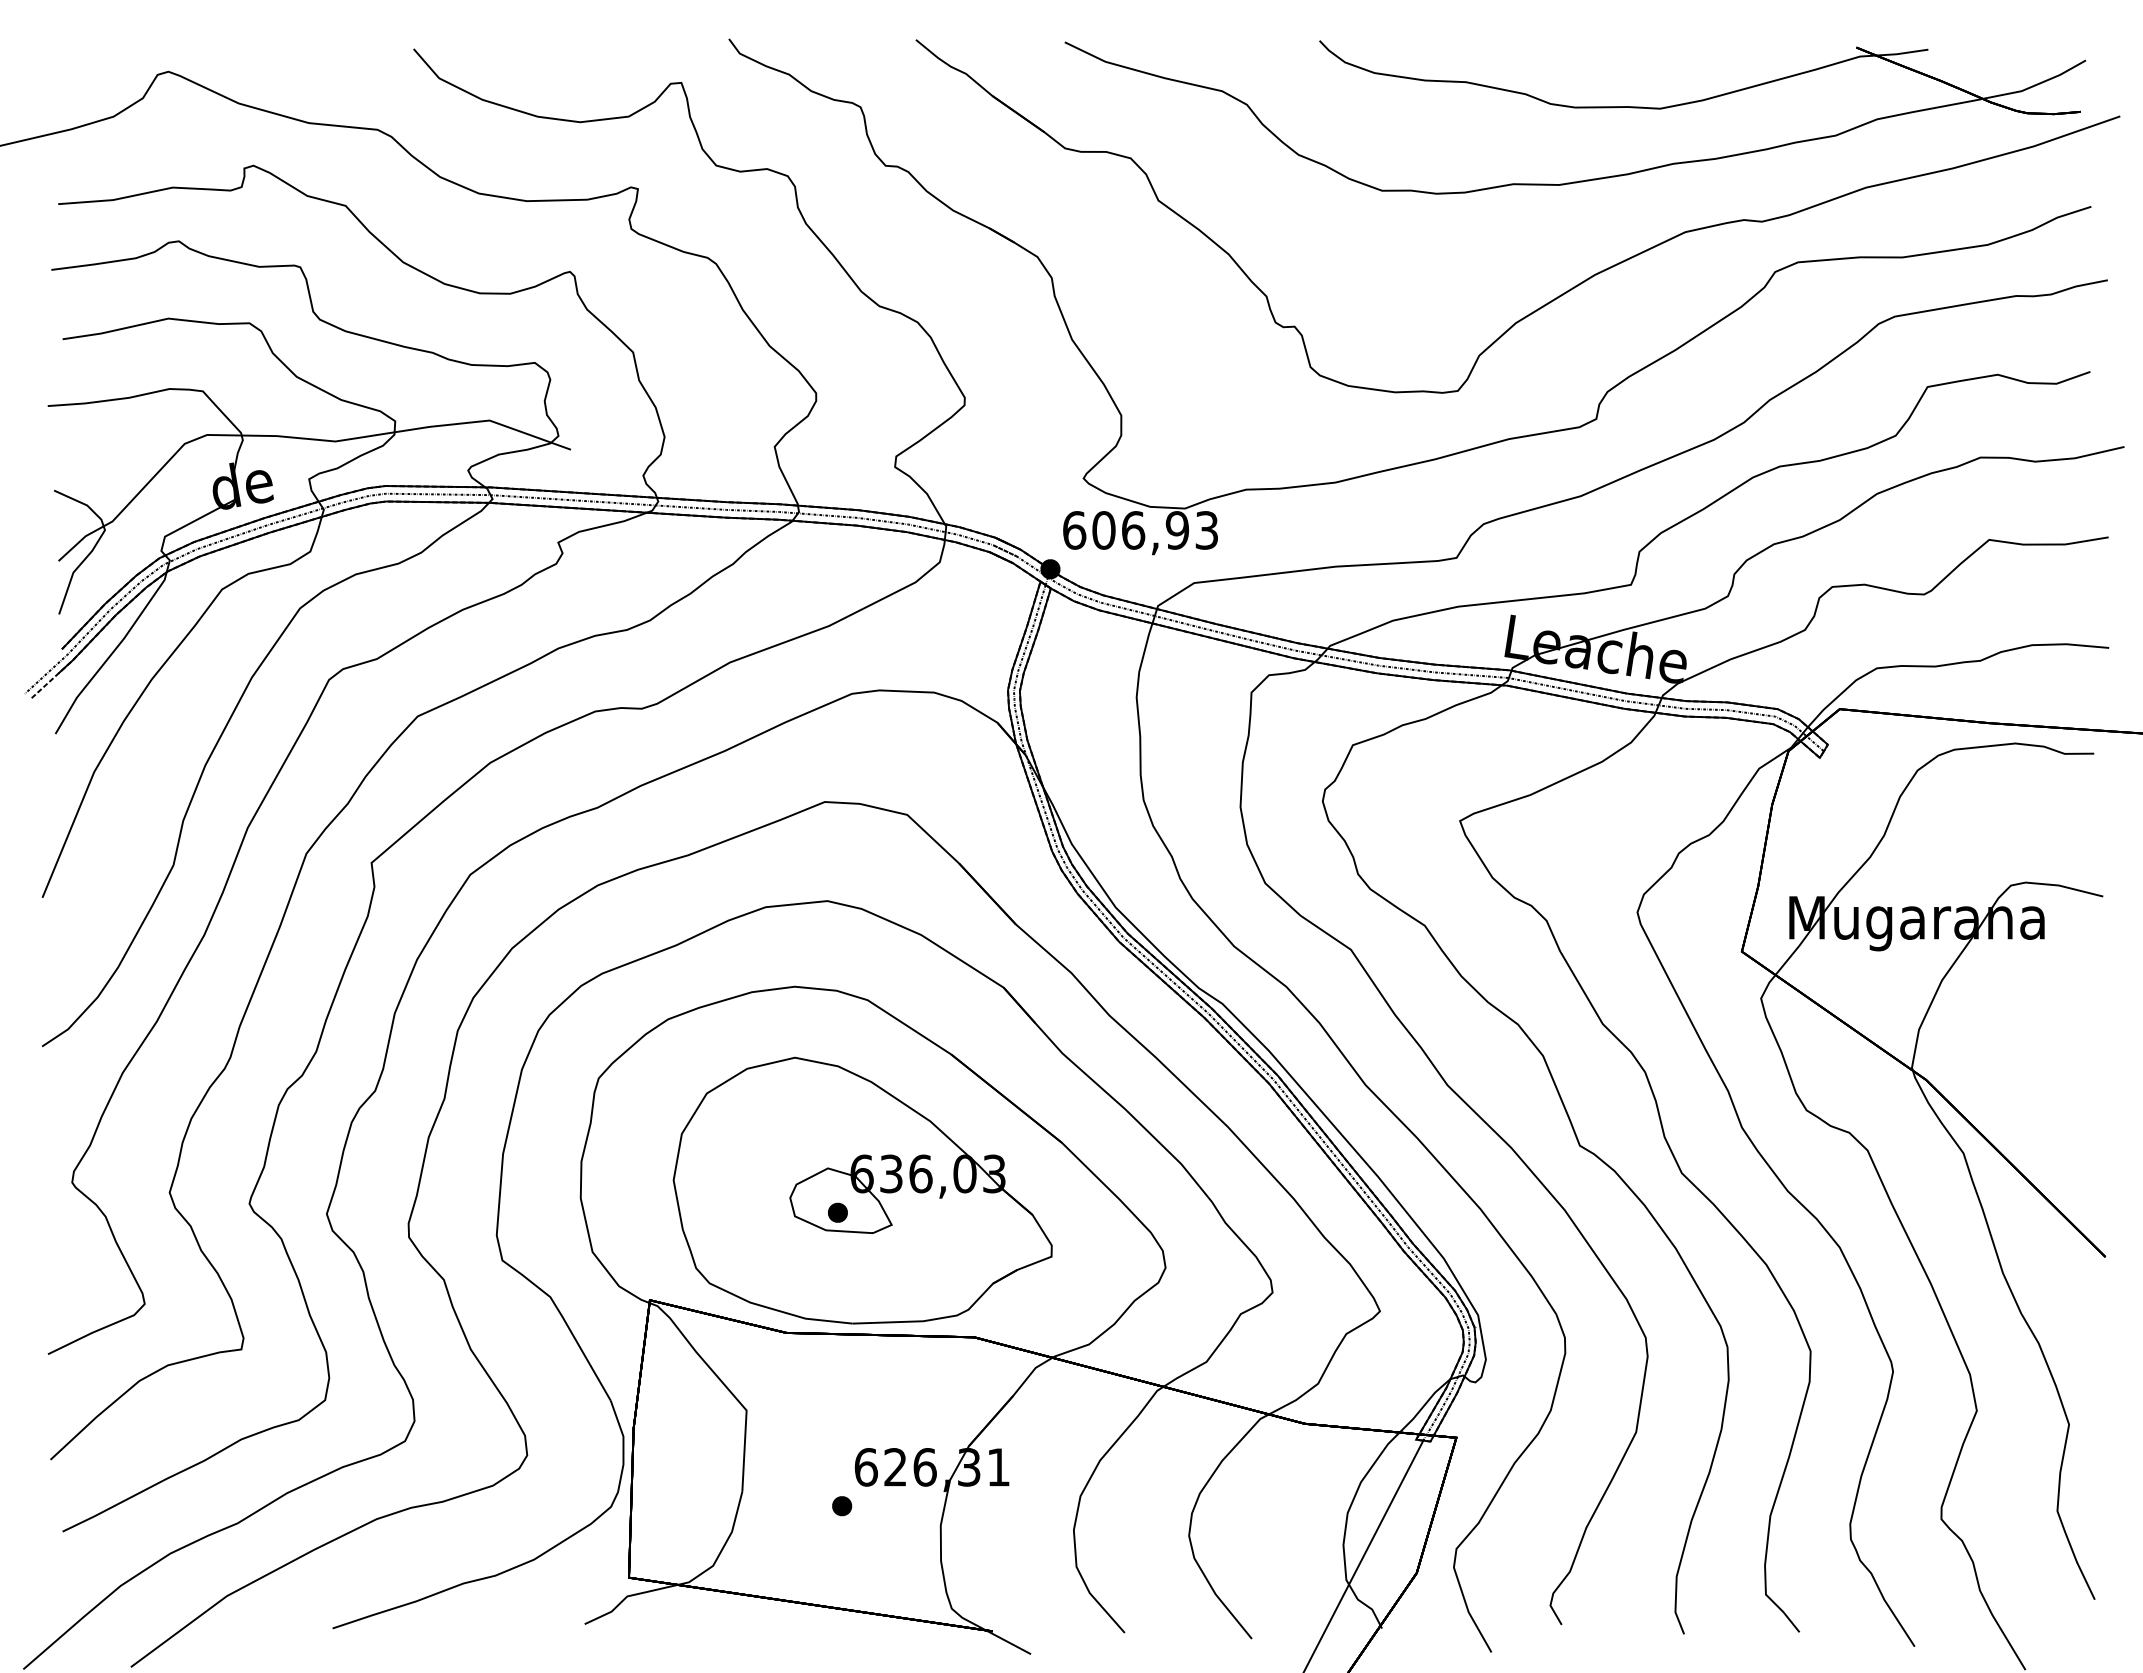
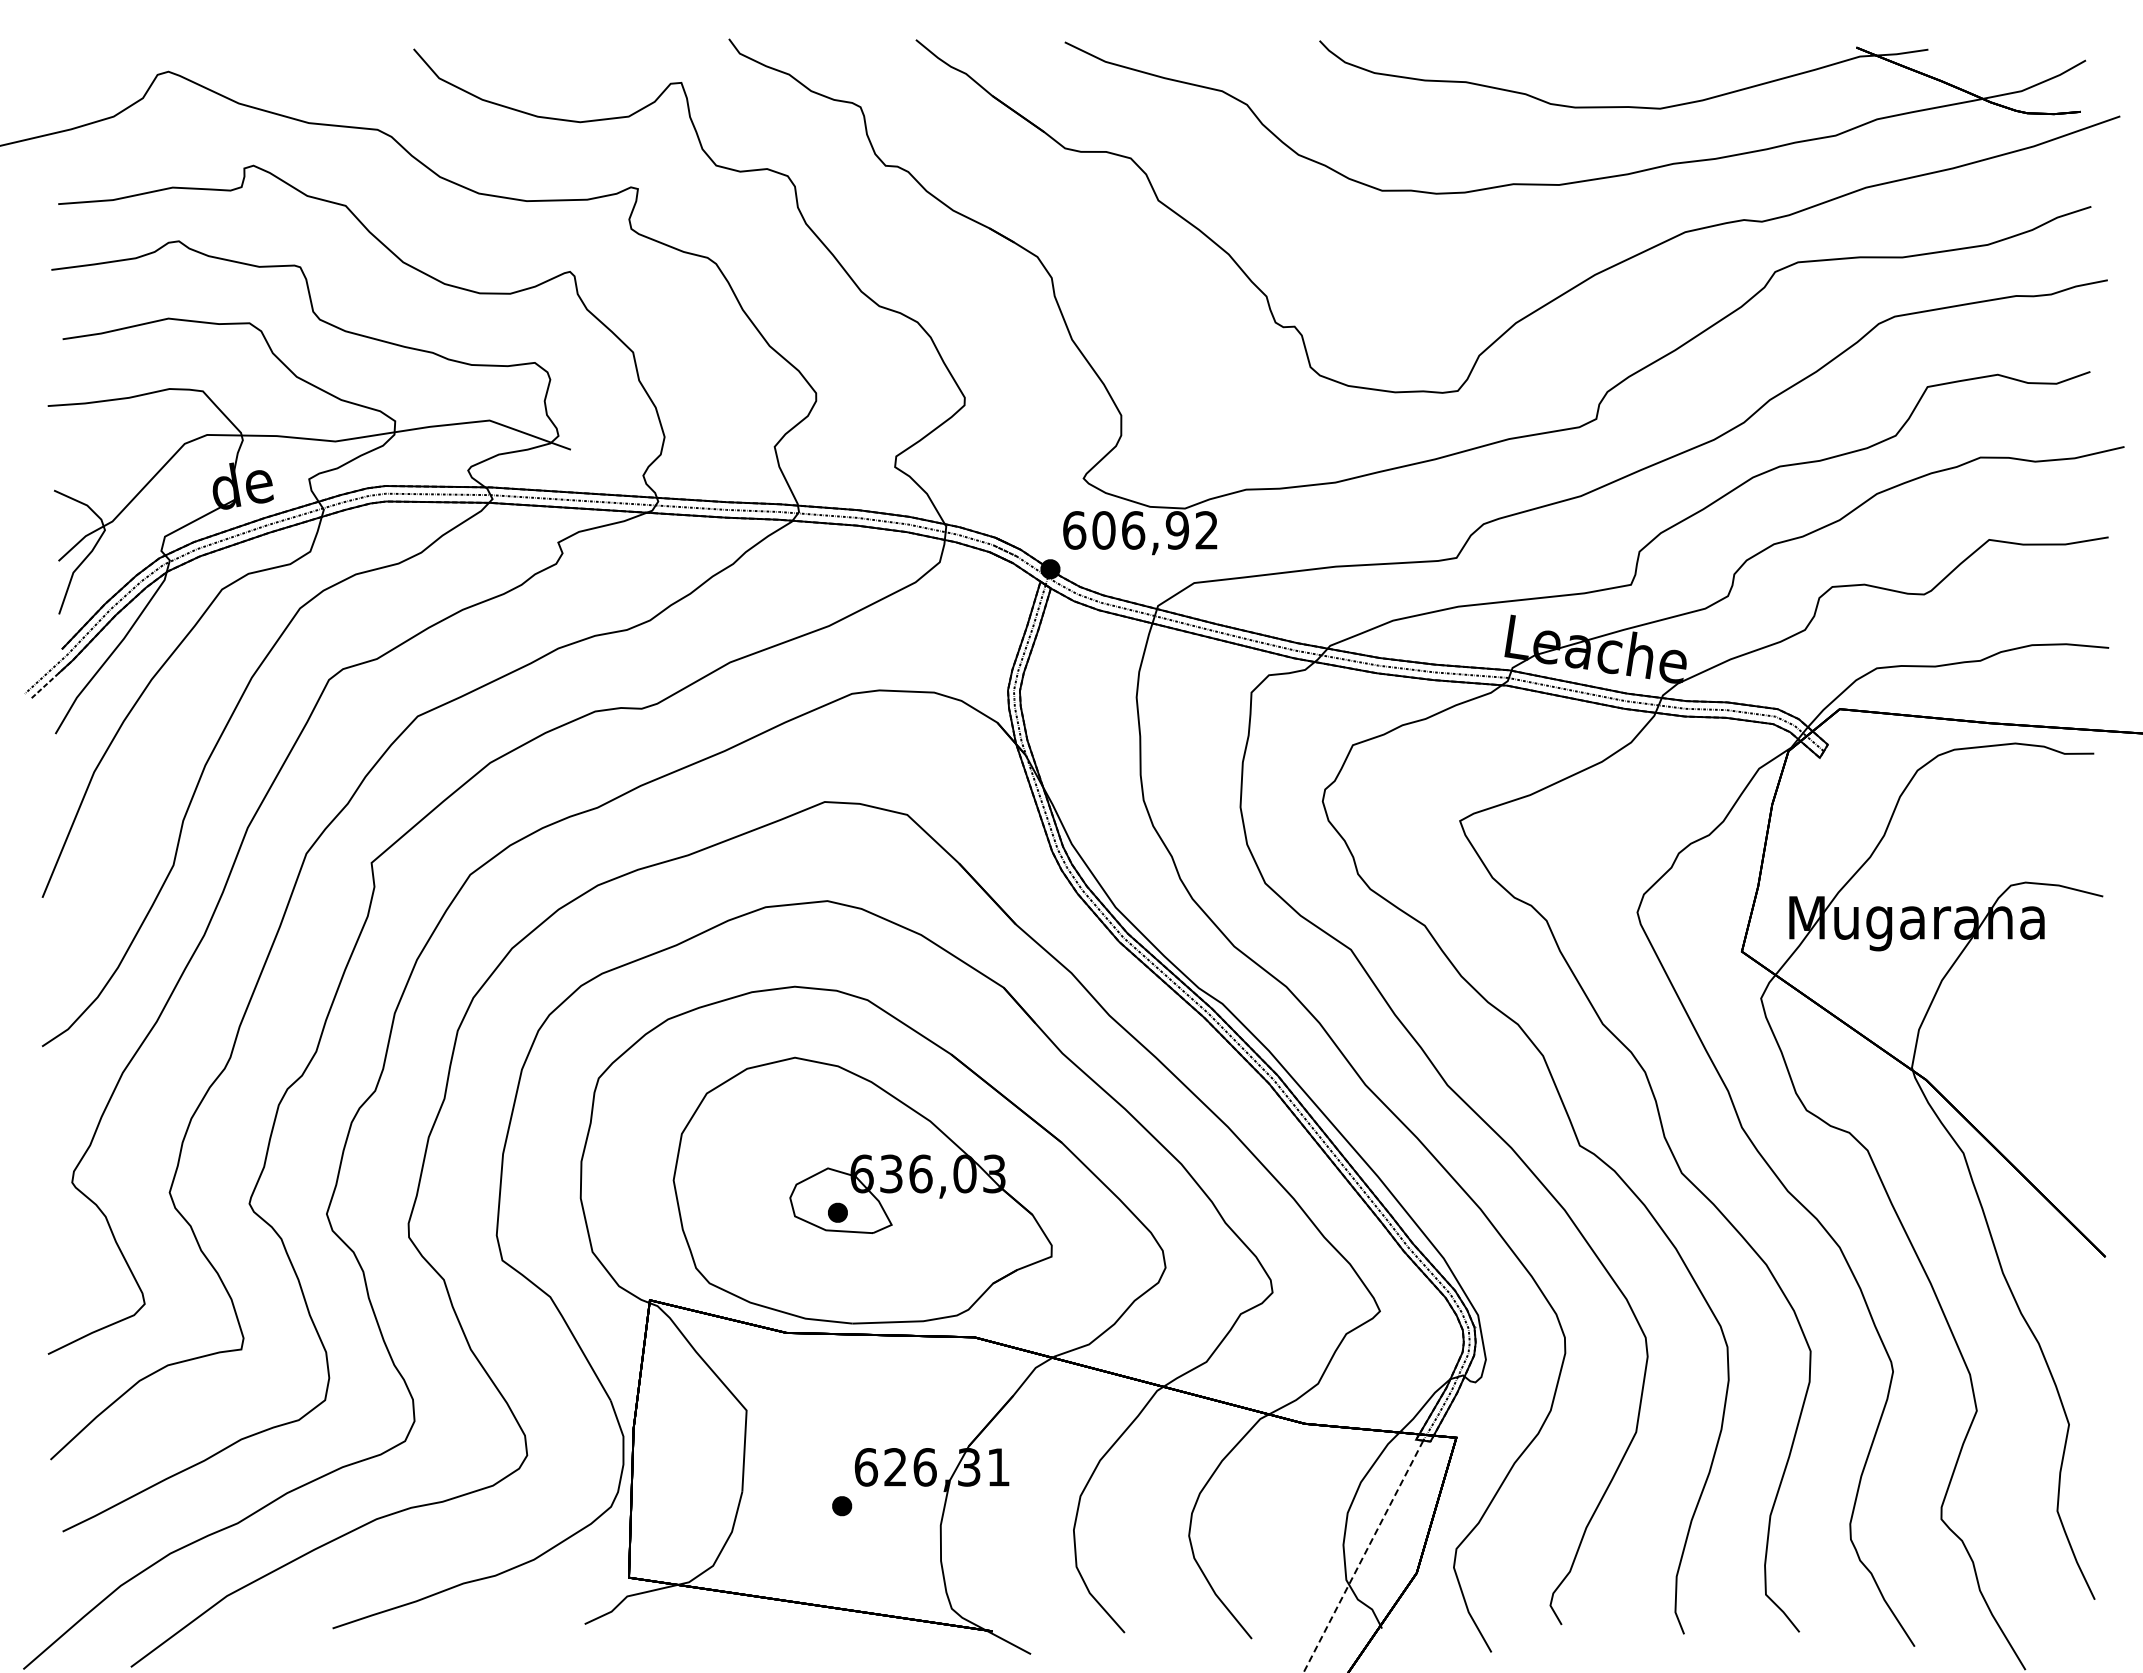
text at (1206, 530): 606,93 -> 606,92
line at (1363, 1557): solid -> dashed
